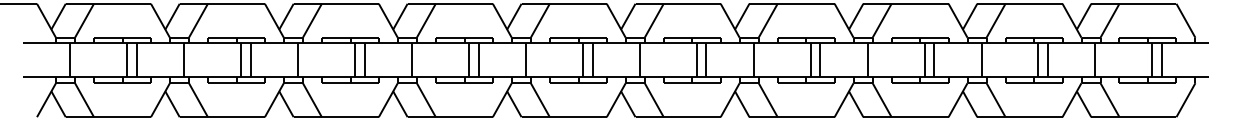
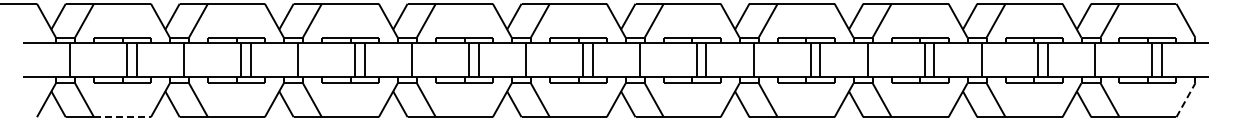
line at (1186, 99): solid -> dashed
line at (123, 117): solid -> dashed
